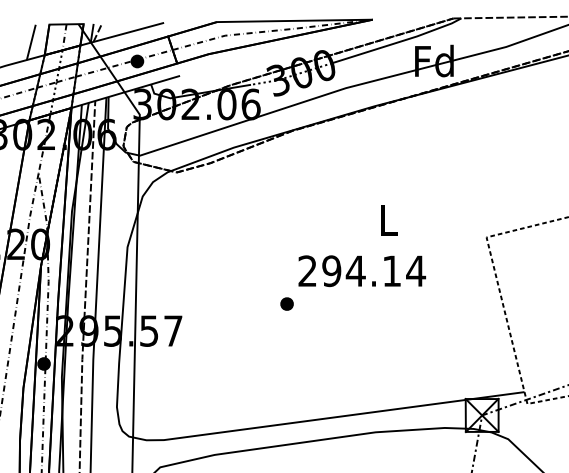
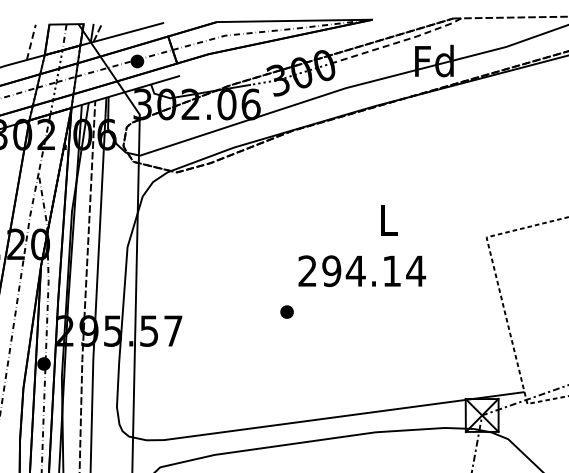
line at (31, 41): solid -> dashed
line at (398, 42): solid -> dashed
part at (286, 303) position: (286, 303) -> (286, 311)
